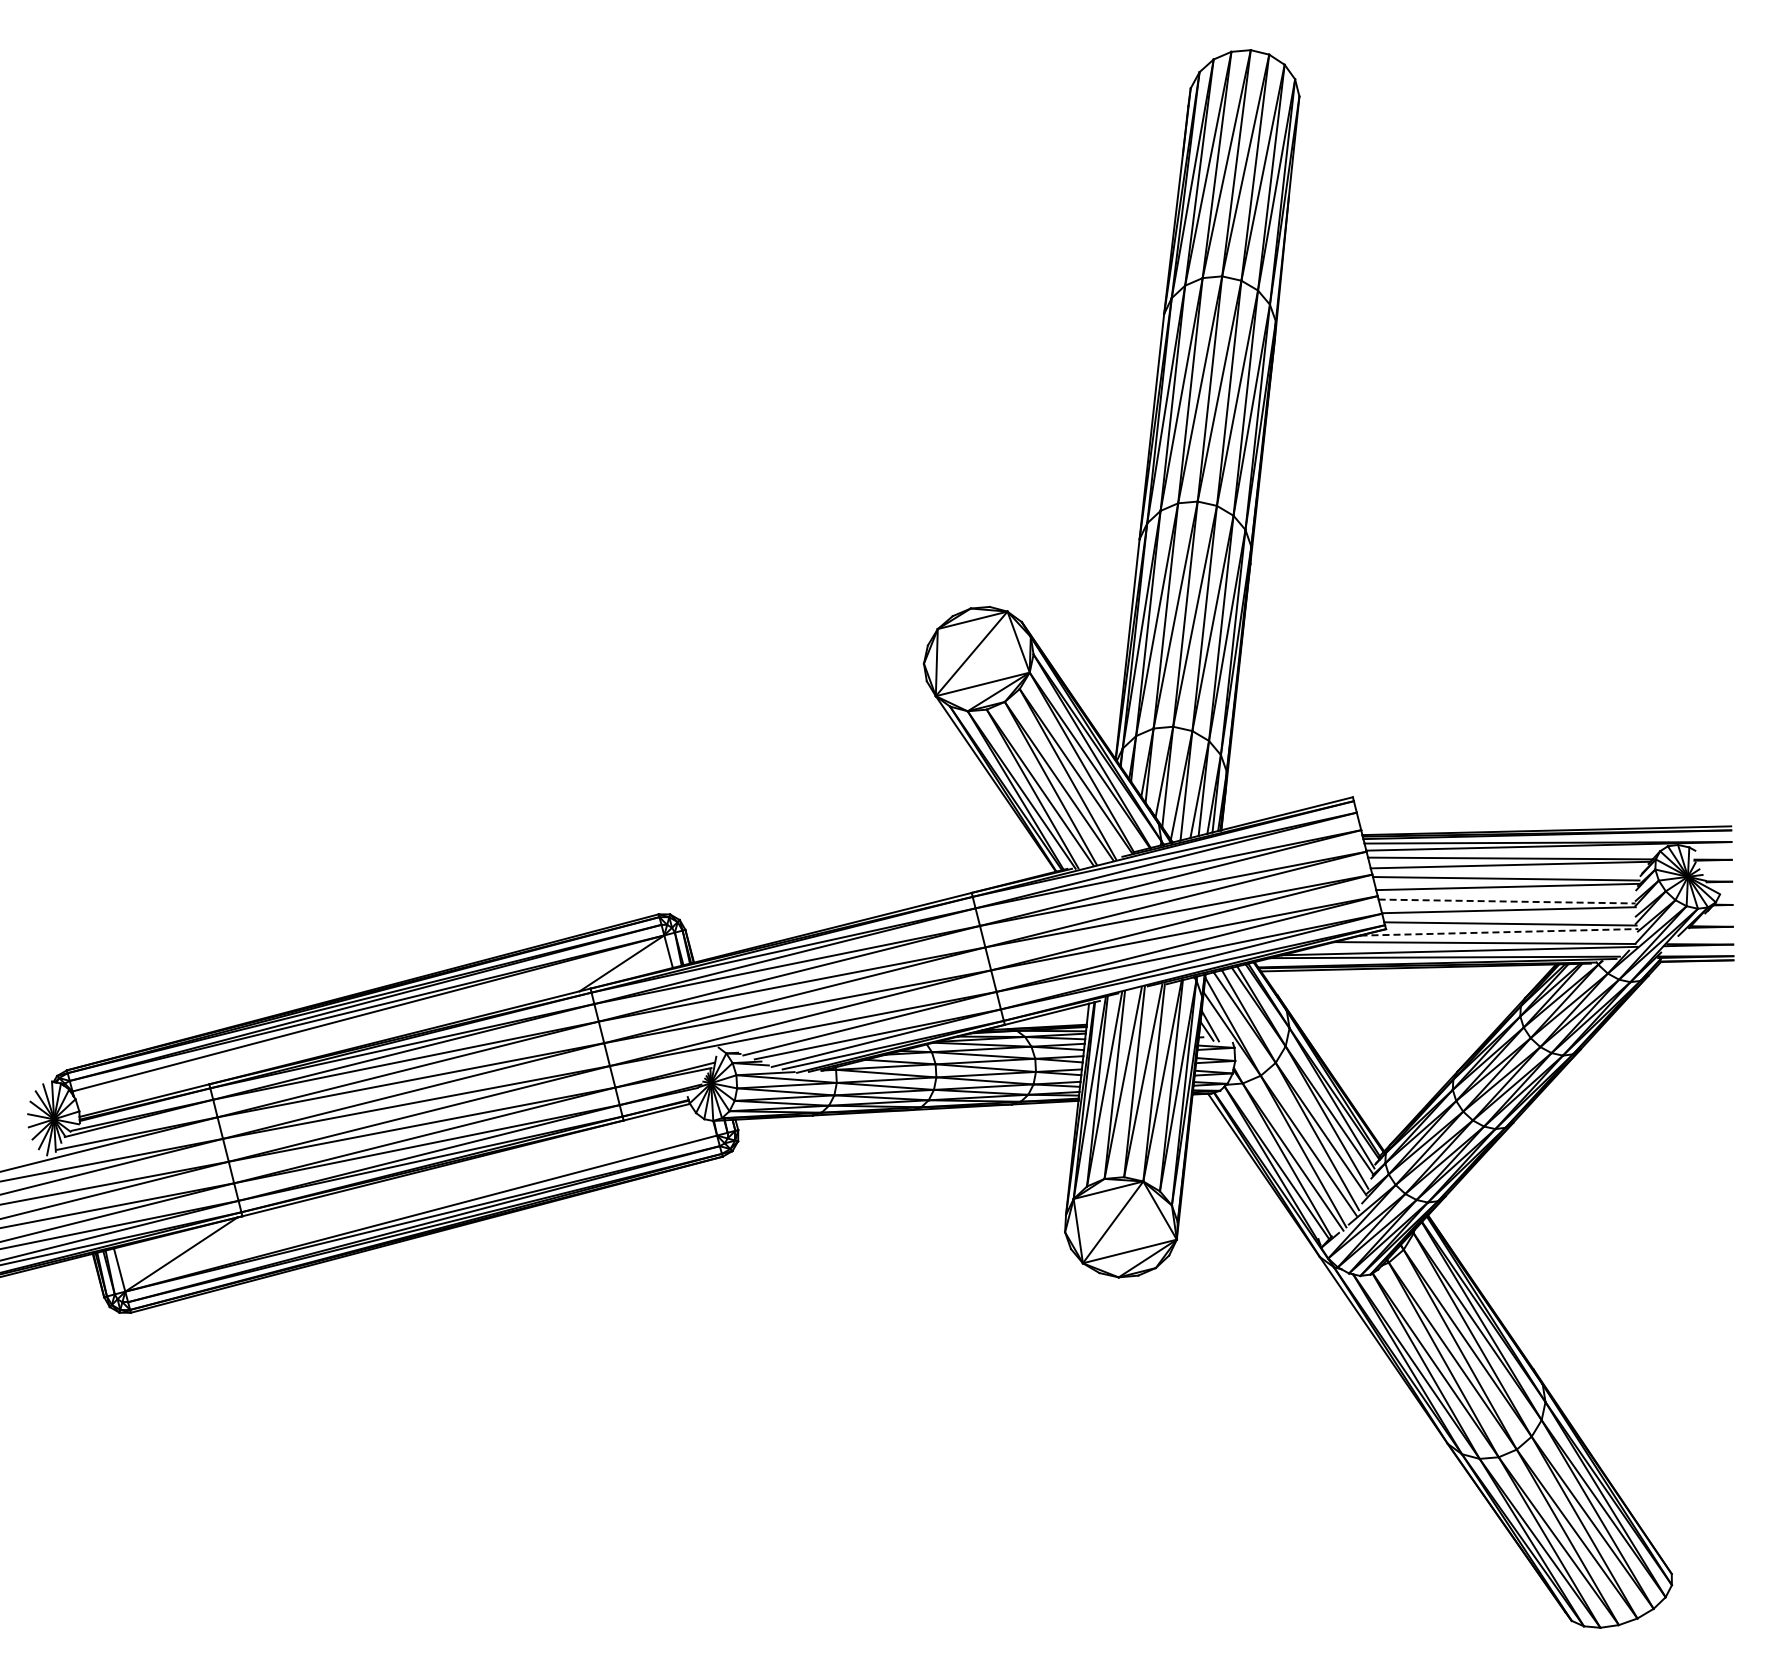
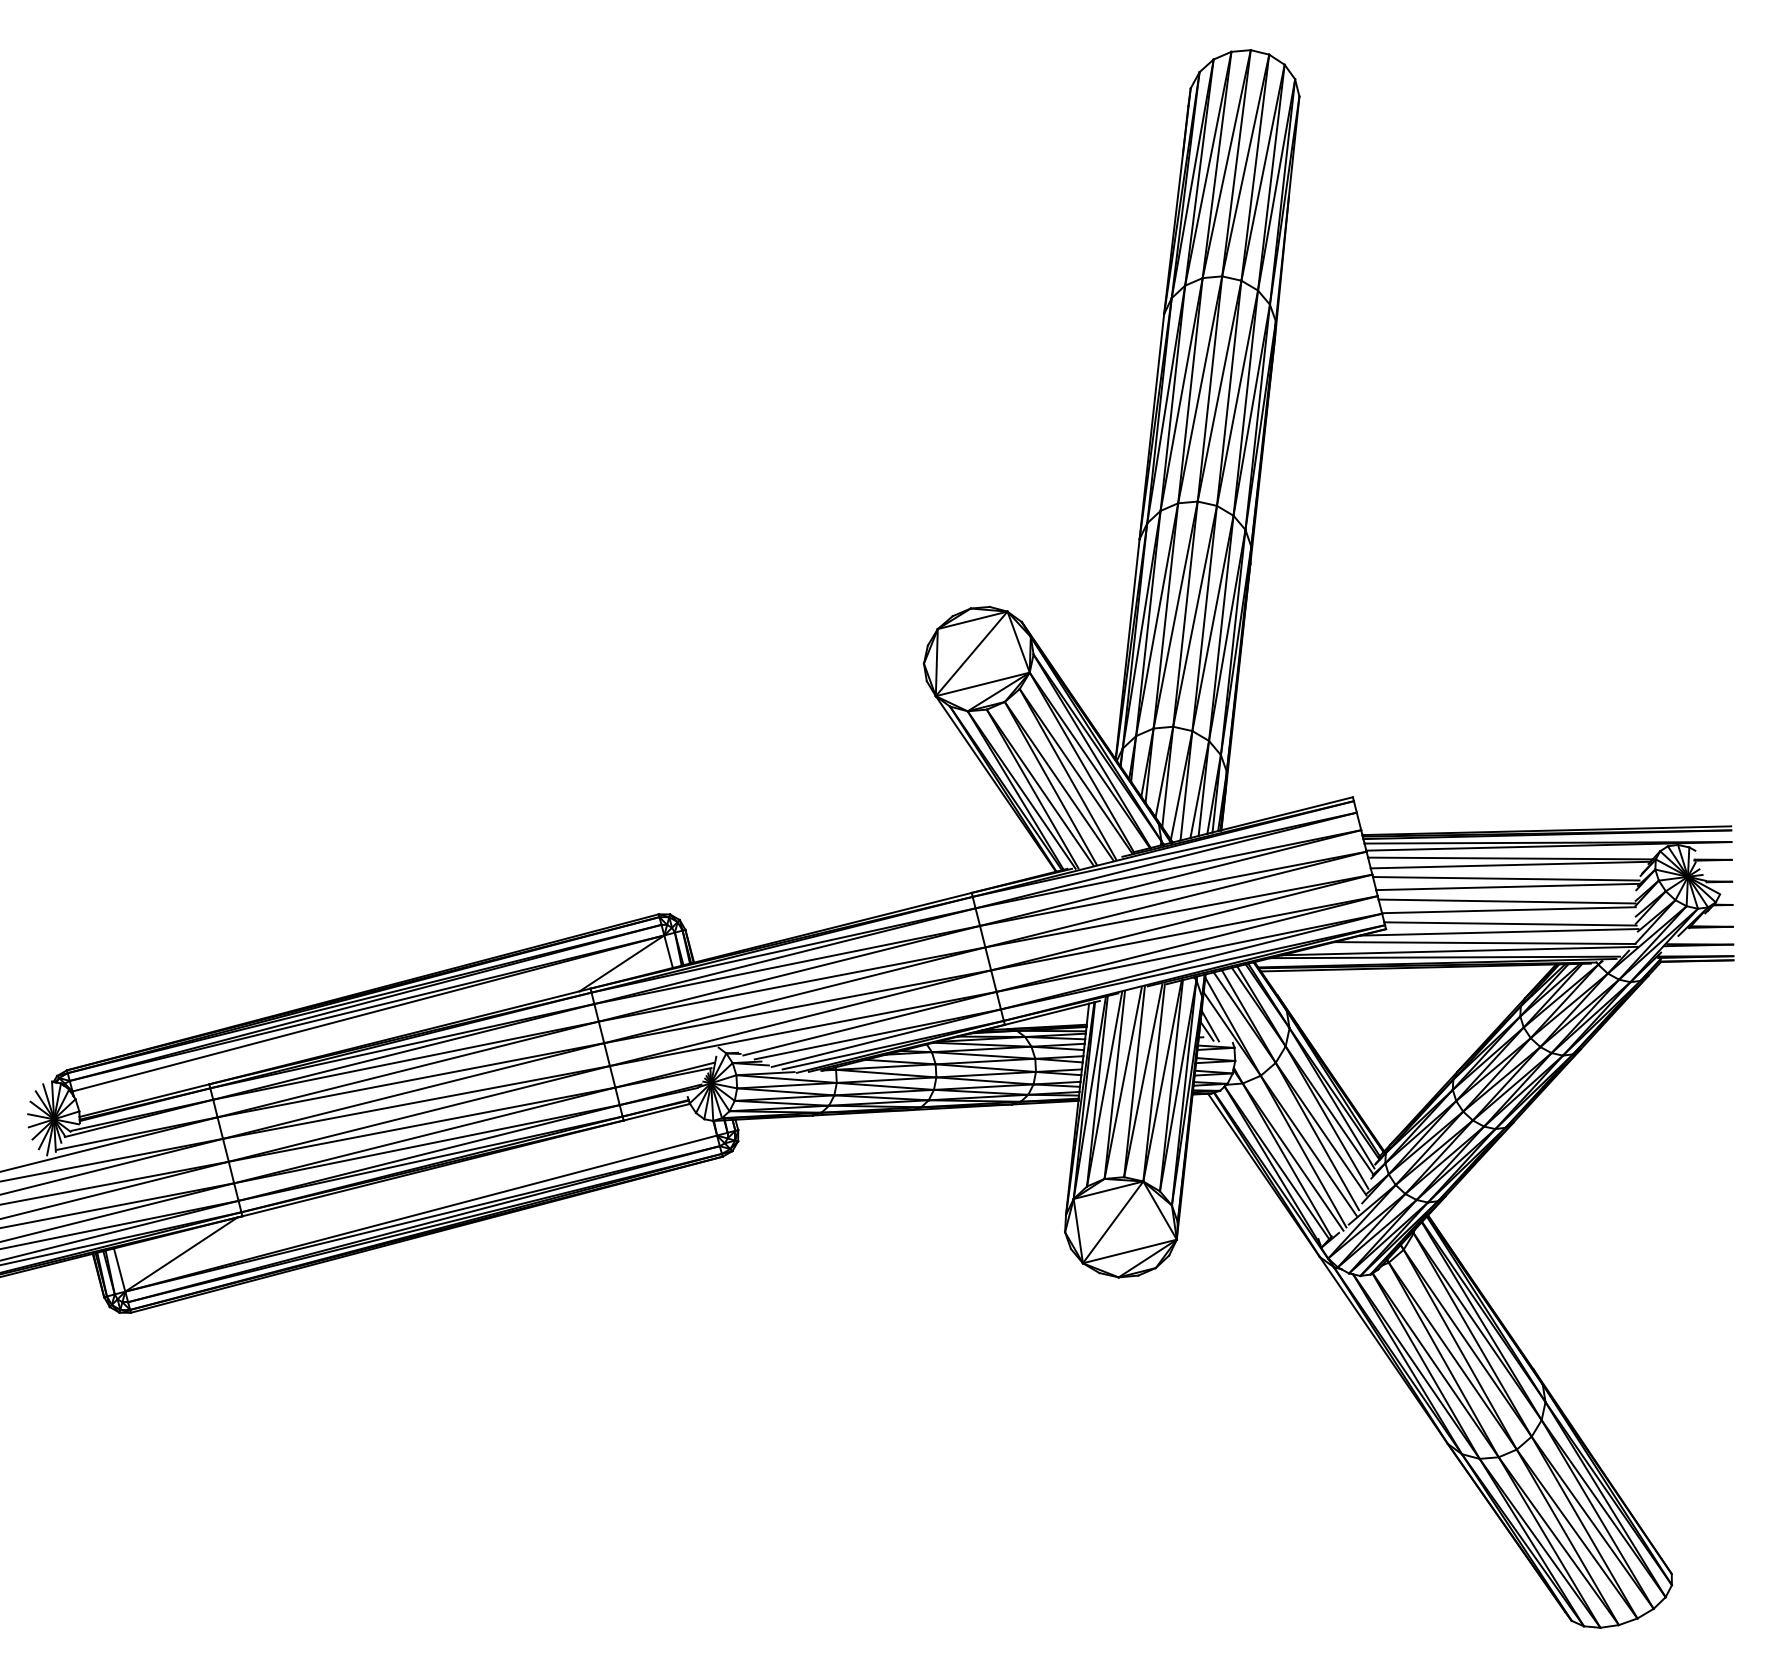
line at (1507, 901): dashed -> solid
line at (1499, 932): dashed -> solid
